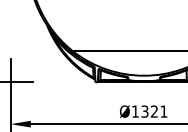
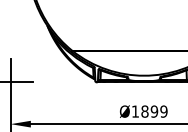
text at (154, 111): Ø1321 -> Ø1899
